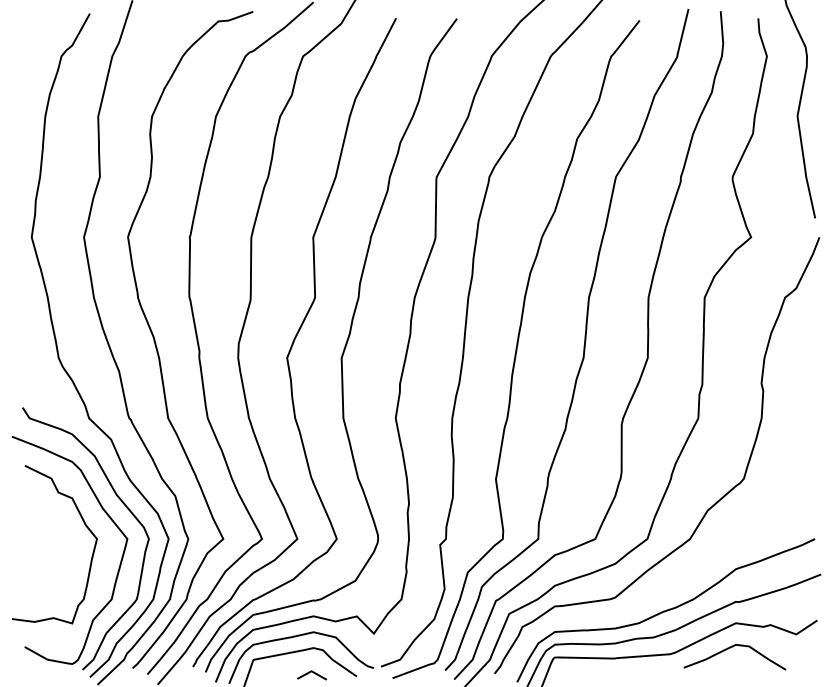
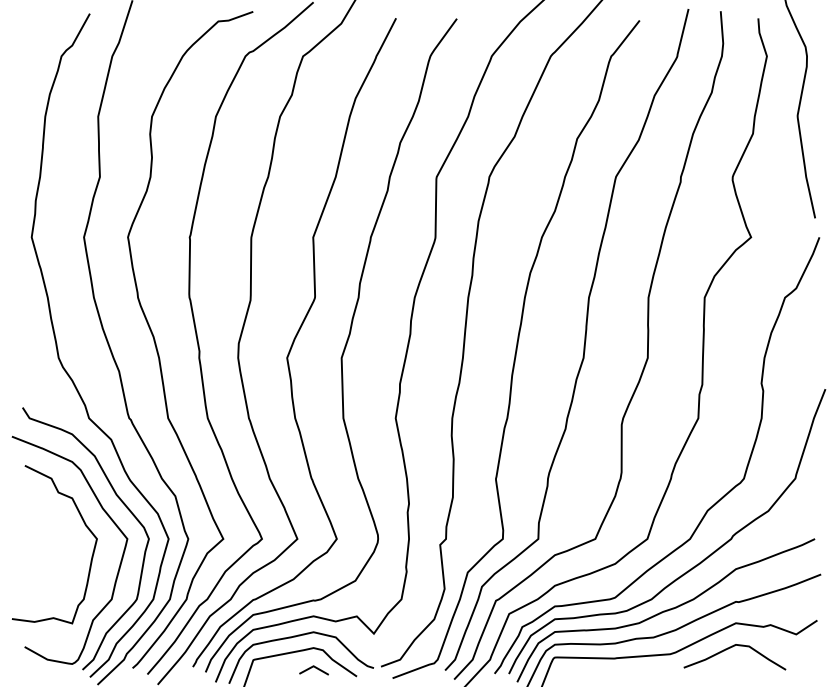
curve at (690, 568): none -> present
line at (309, 673) position: (309, 673) -> (311, 668)
